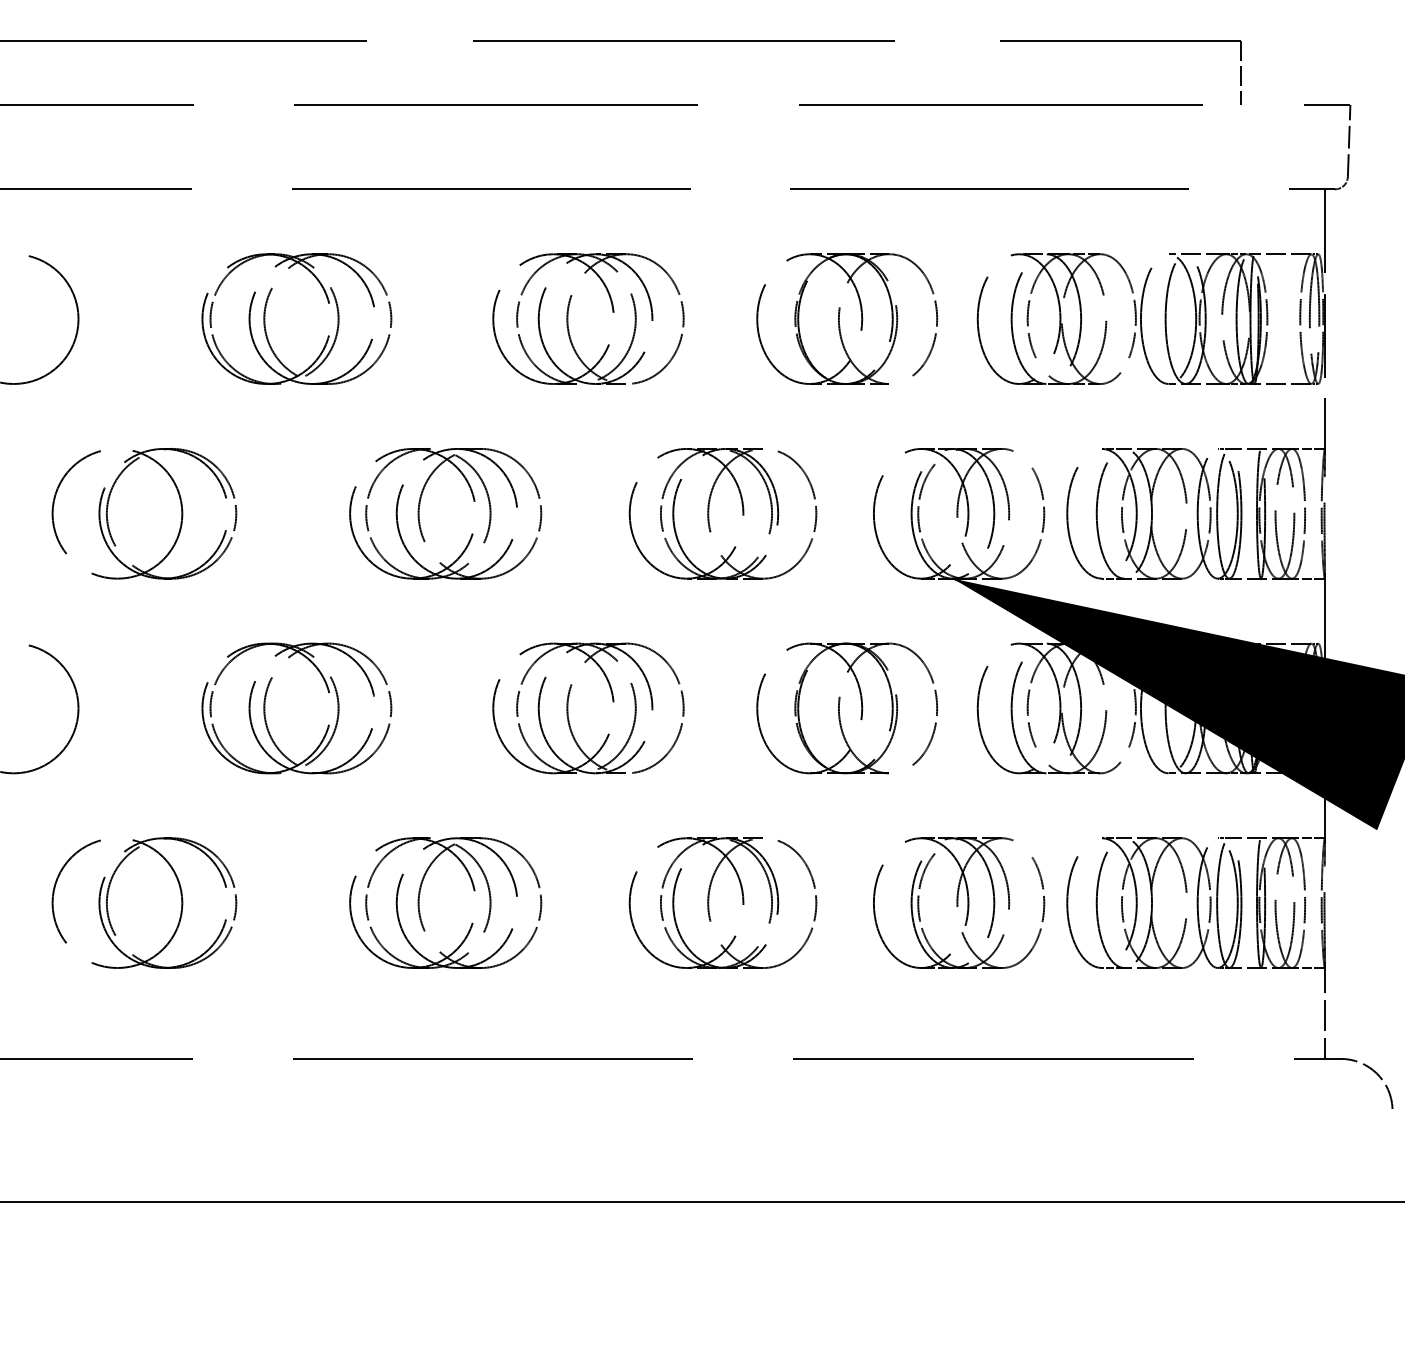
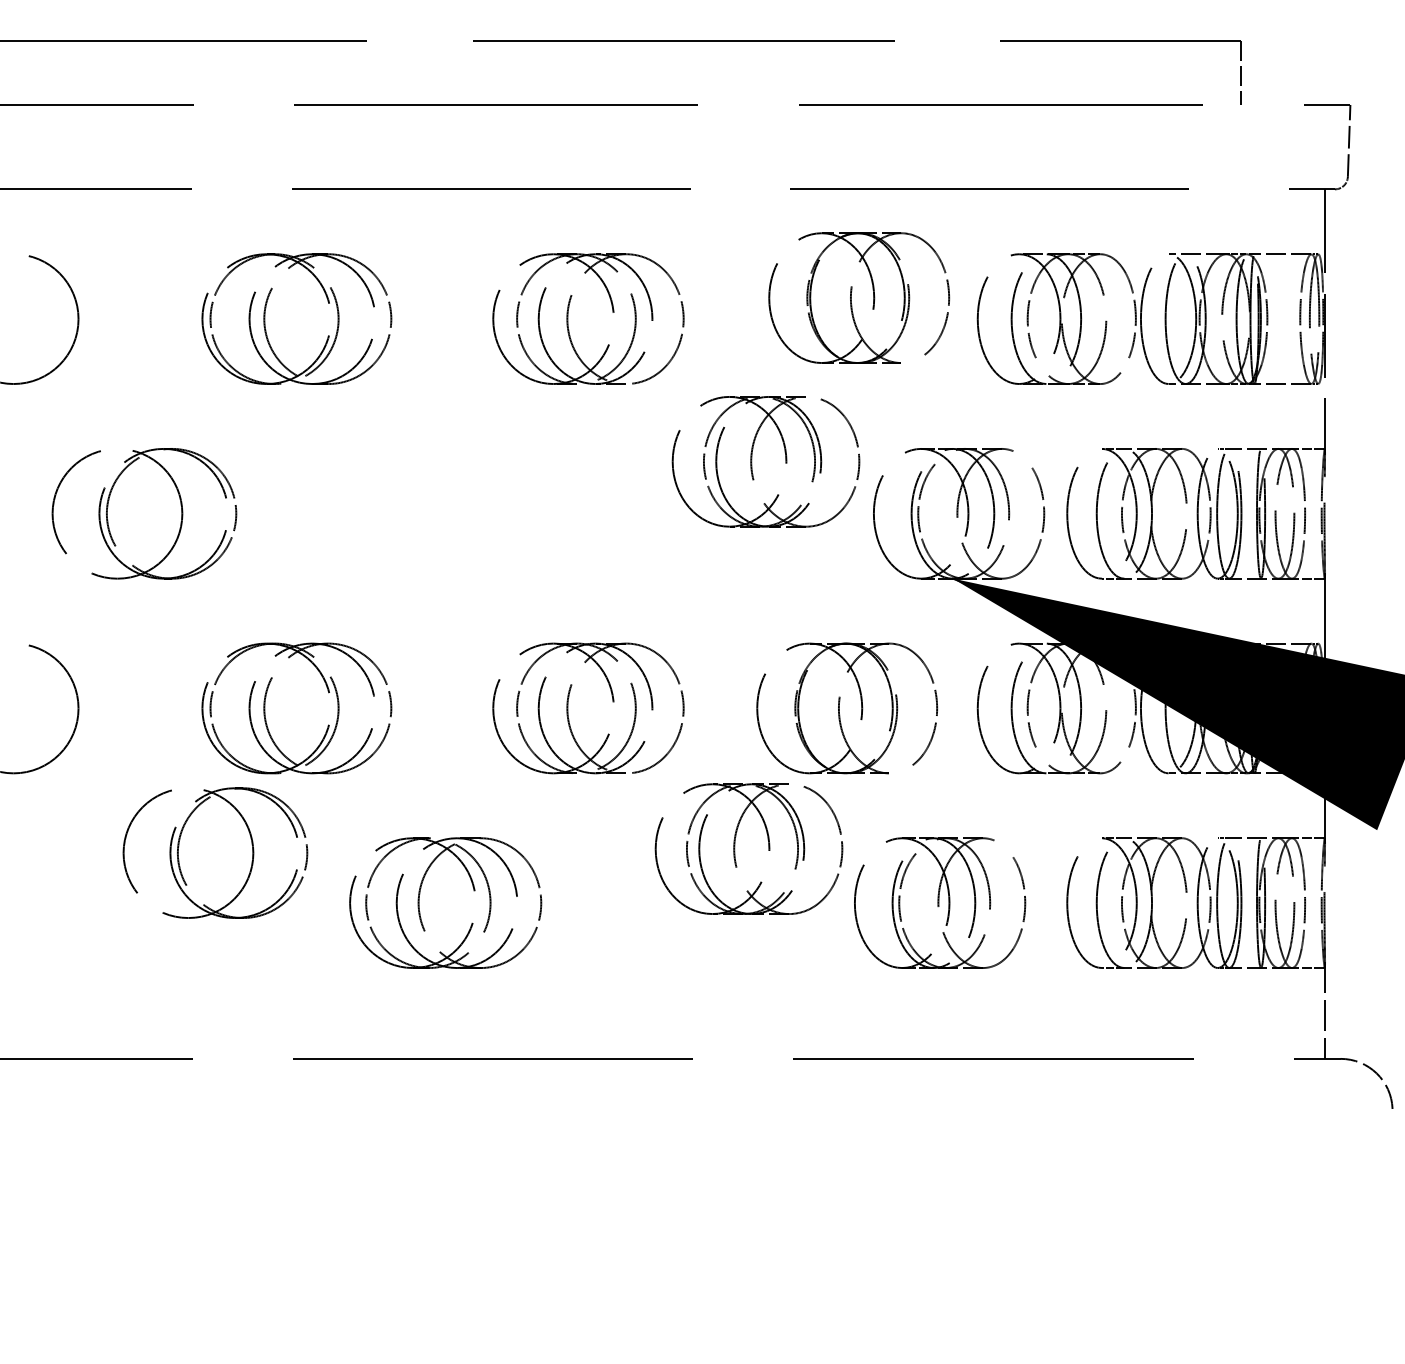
part at (839, 318) position: (839, 318) -> (851, 297)
part at (419, 513): present -> none
part at (709, 513) position: (709, 513) -> (752, 461)
part at (108, 896) position: (108, 896) -> (179, 846)
part at (709, 902) position: (709, 902) -> (735, 848)
part at (959, 902) position: (959, 902) -> (940, 902)
line at (701, 1201): present -> none
